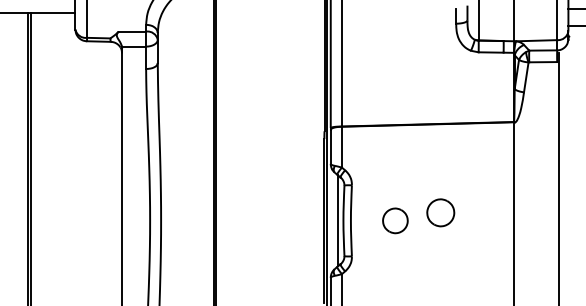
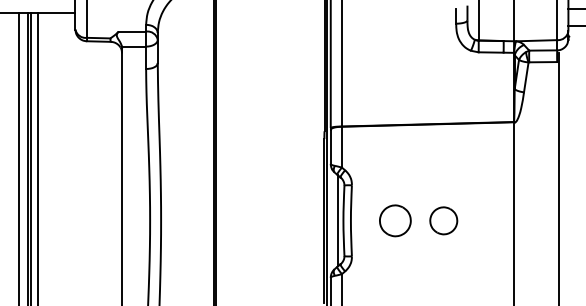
line at (19, 157): none -> present
line at (38, 157): none -> present
part at (440, 212) position: (440, 212) -> (443, 220)
part at (395, 220) size: 27x28 px -> 33x34 px
